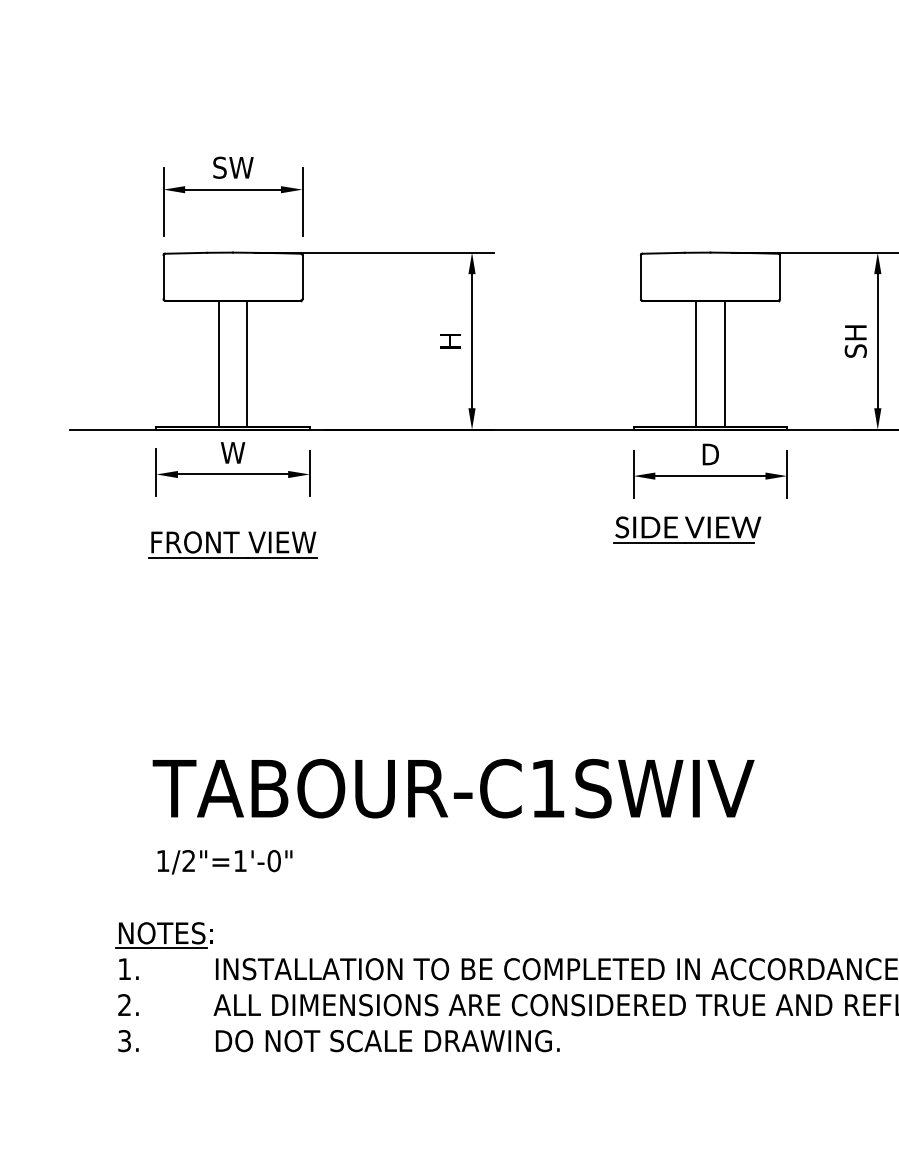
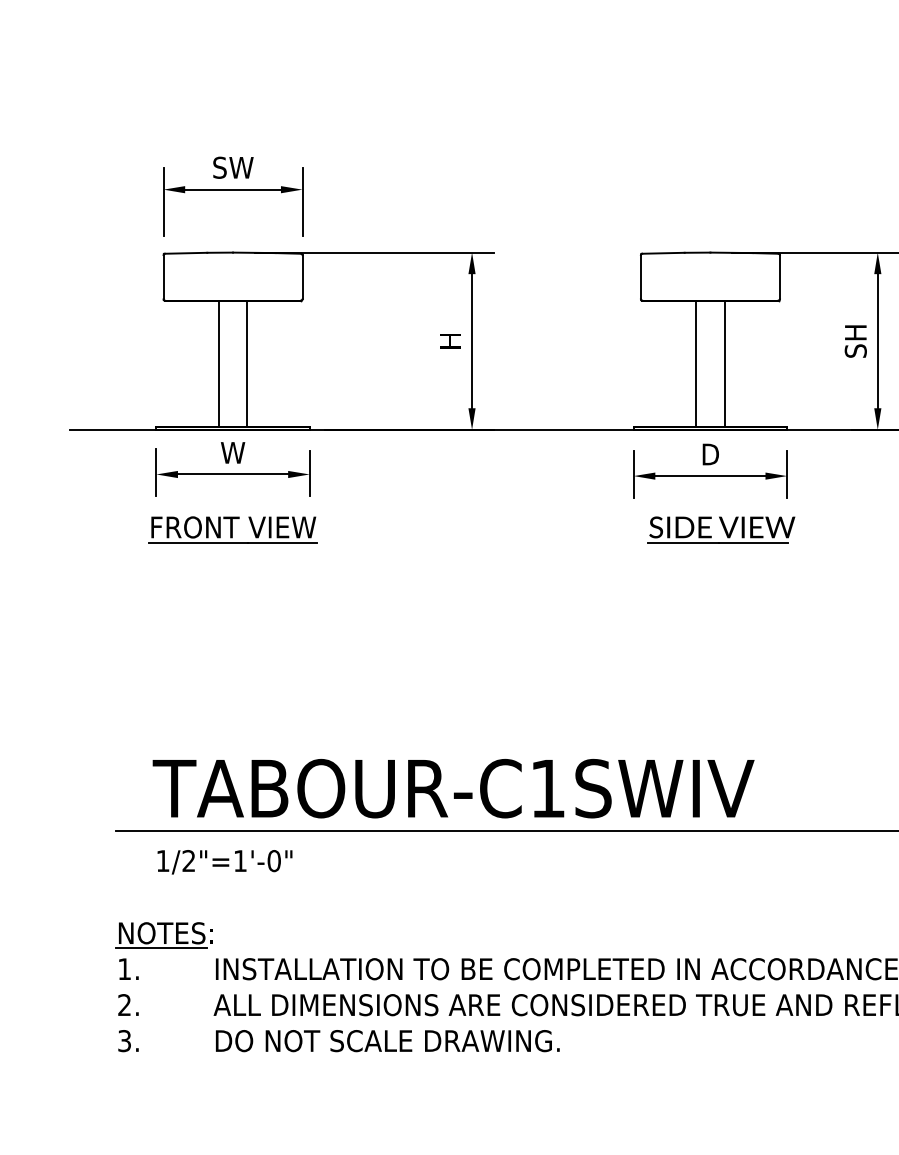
part at (687, 529) position: (687, 529) -> (721, 529)
part at (232, 544) position: (232, 544) -> (232, 529)
line at (505, 830): none -> present
